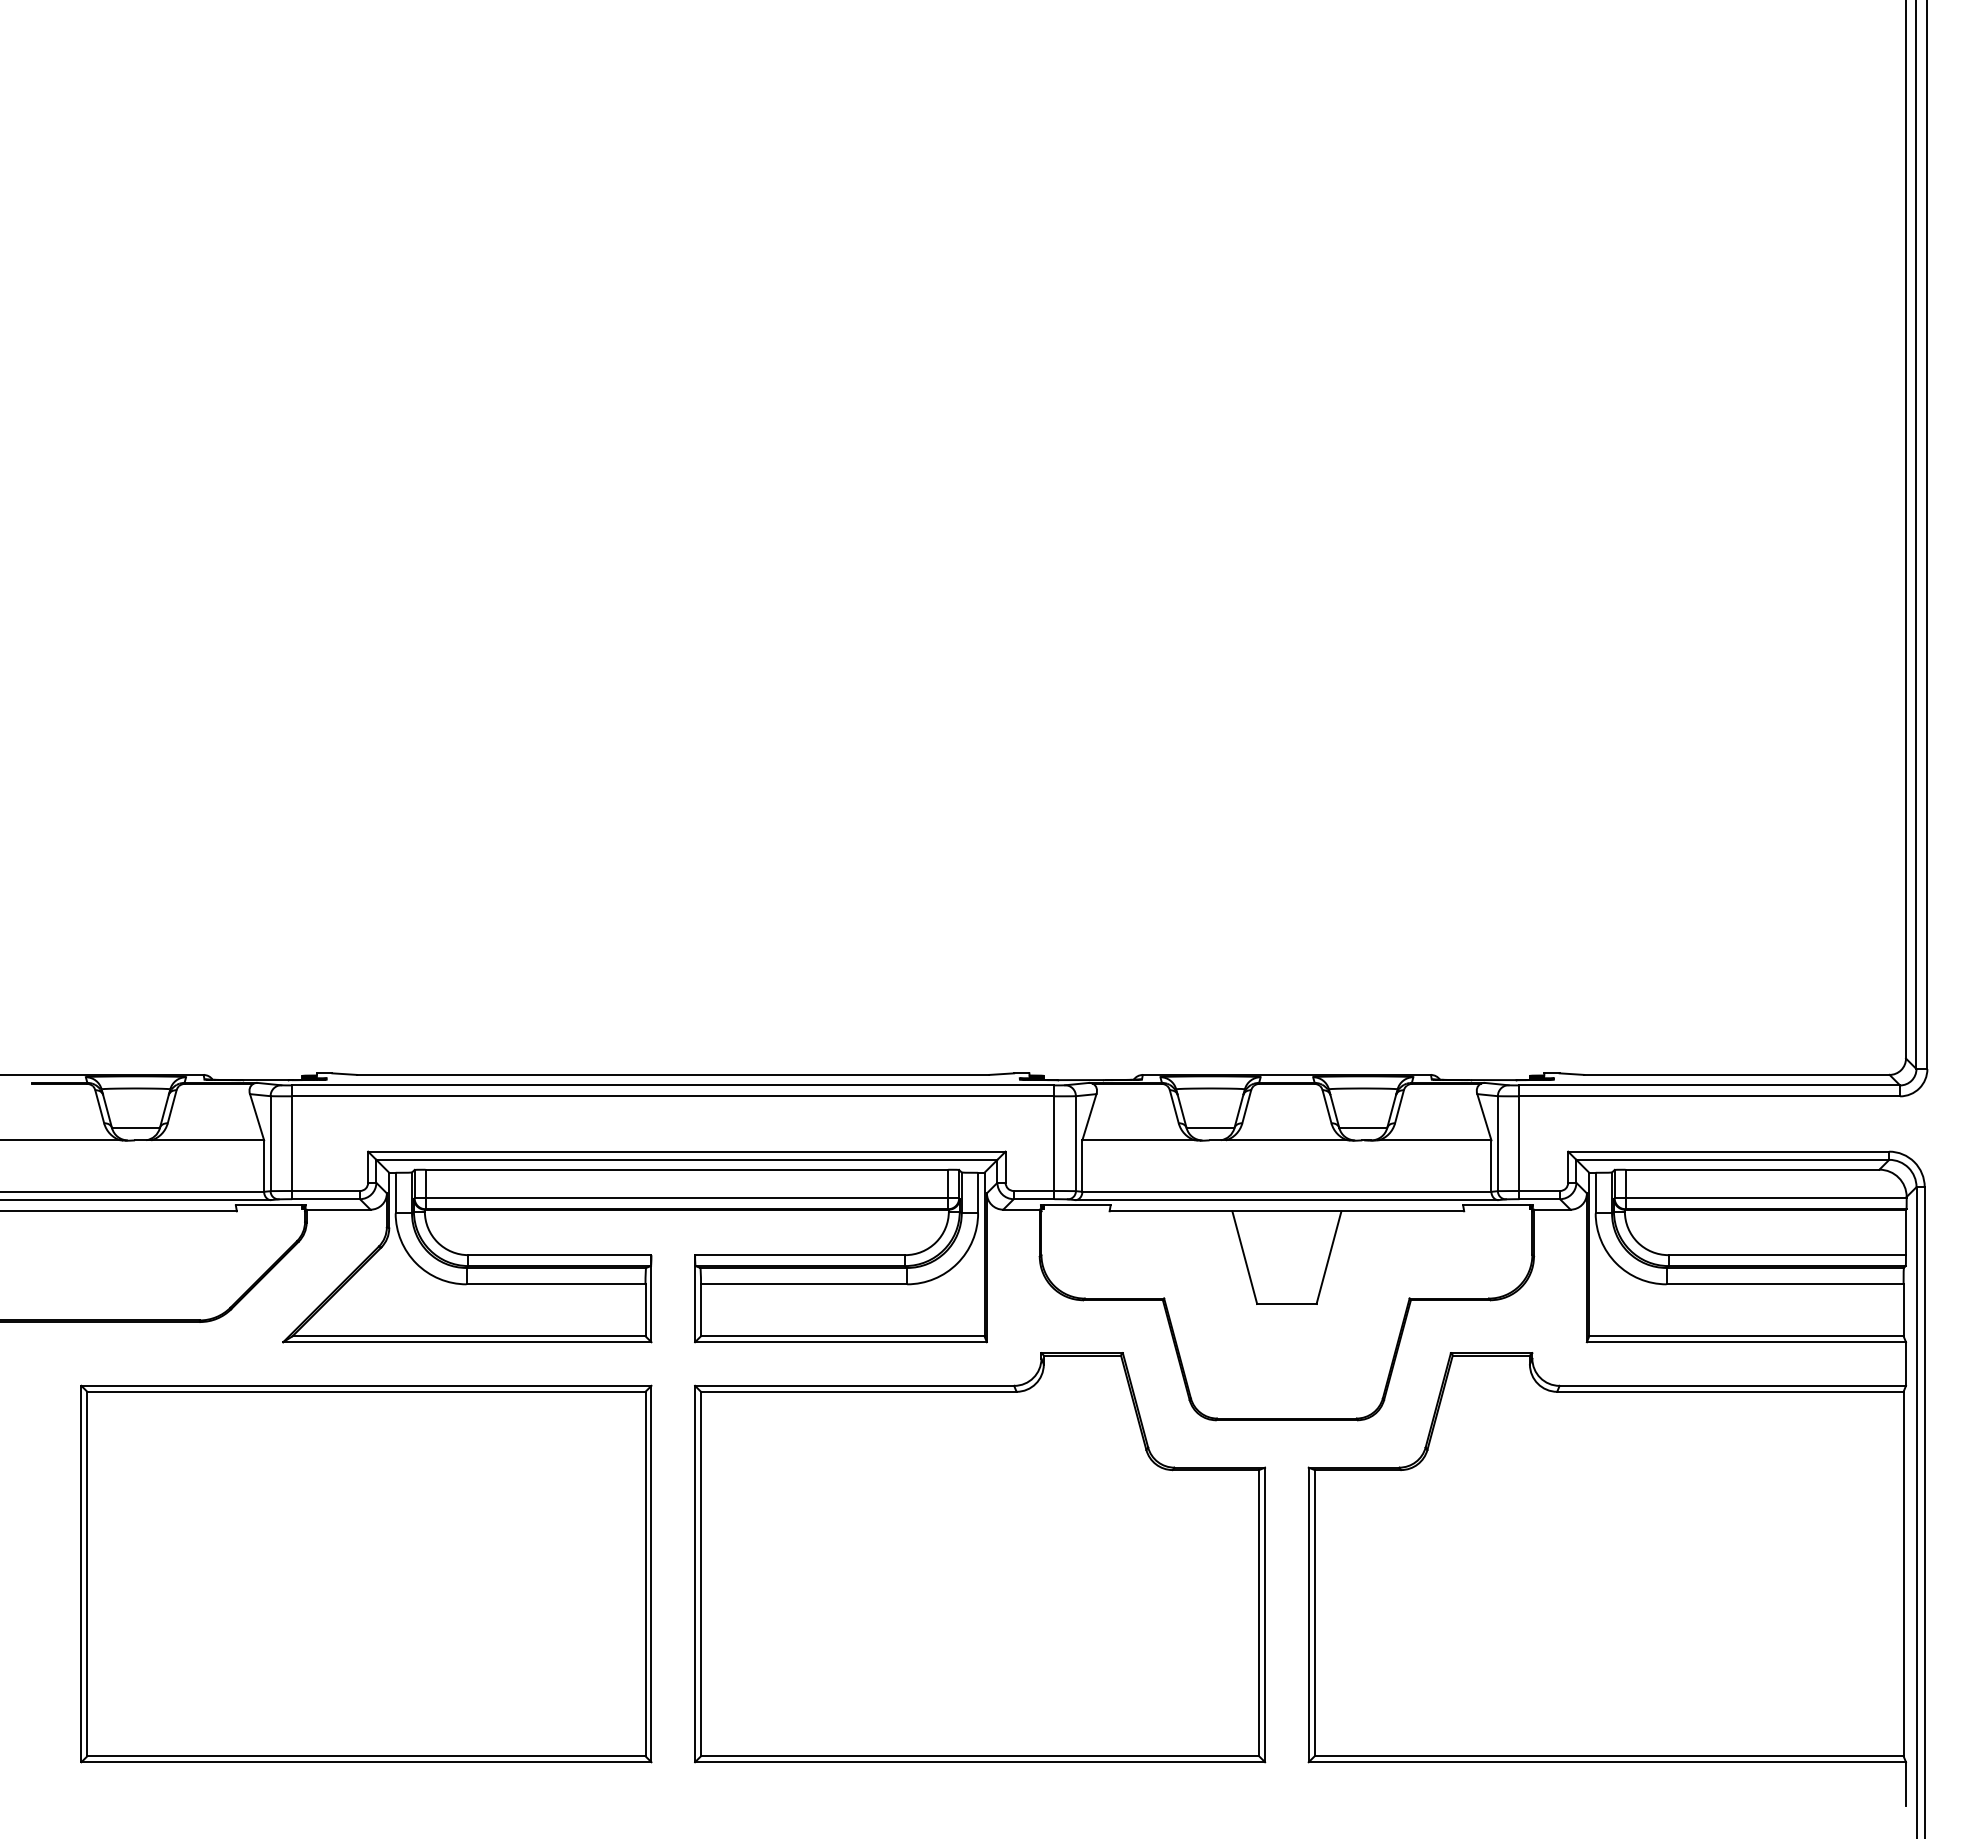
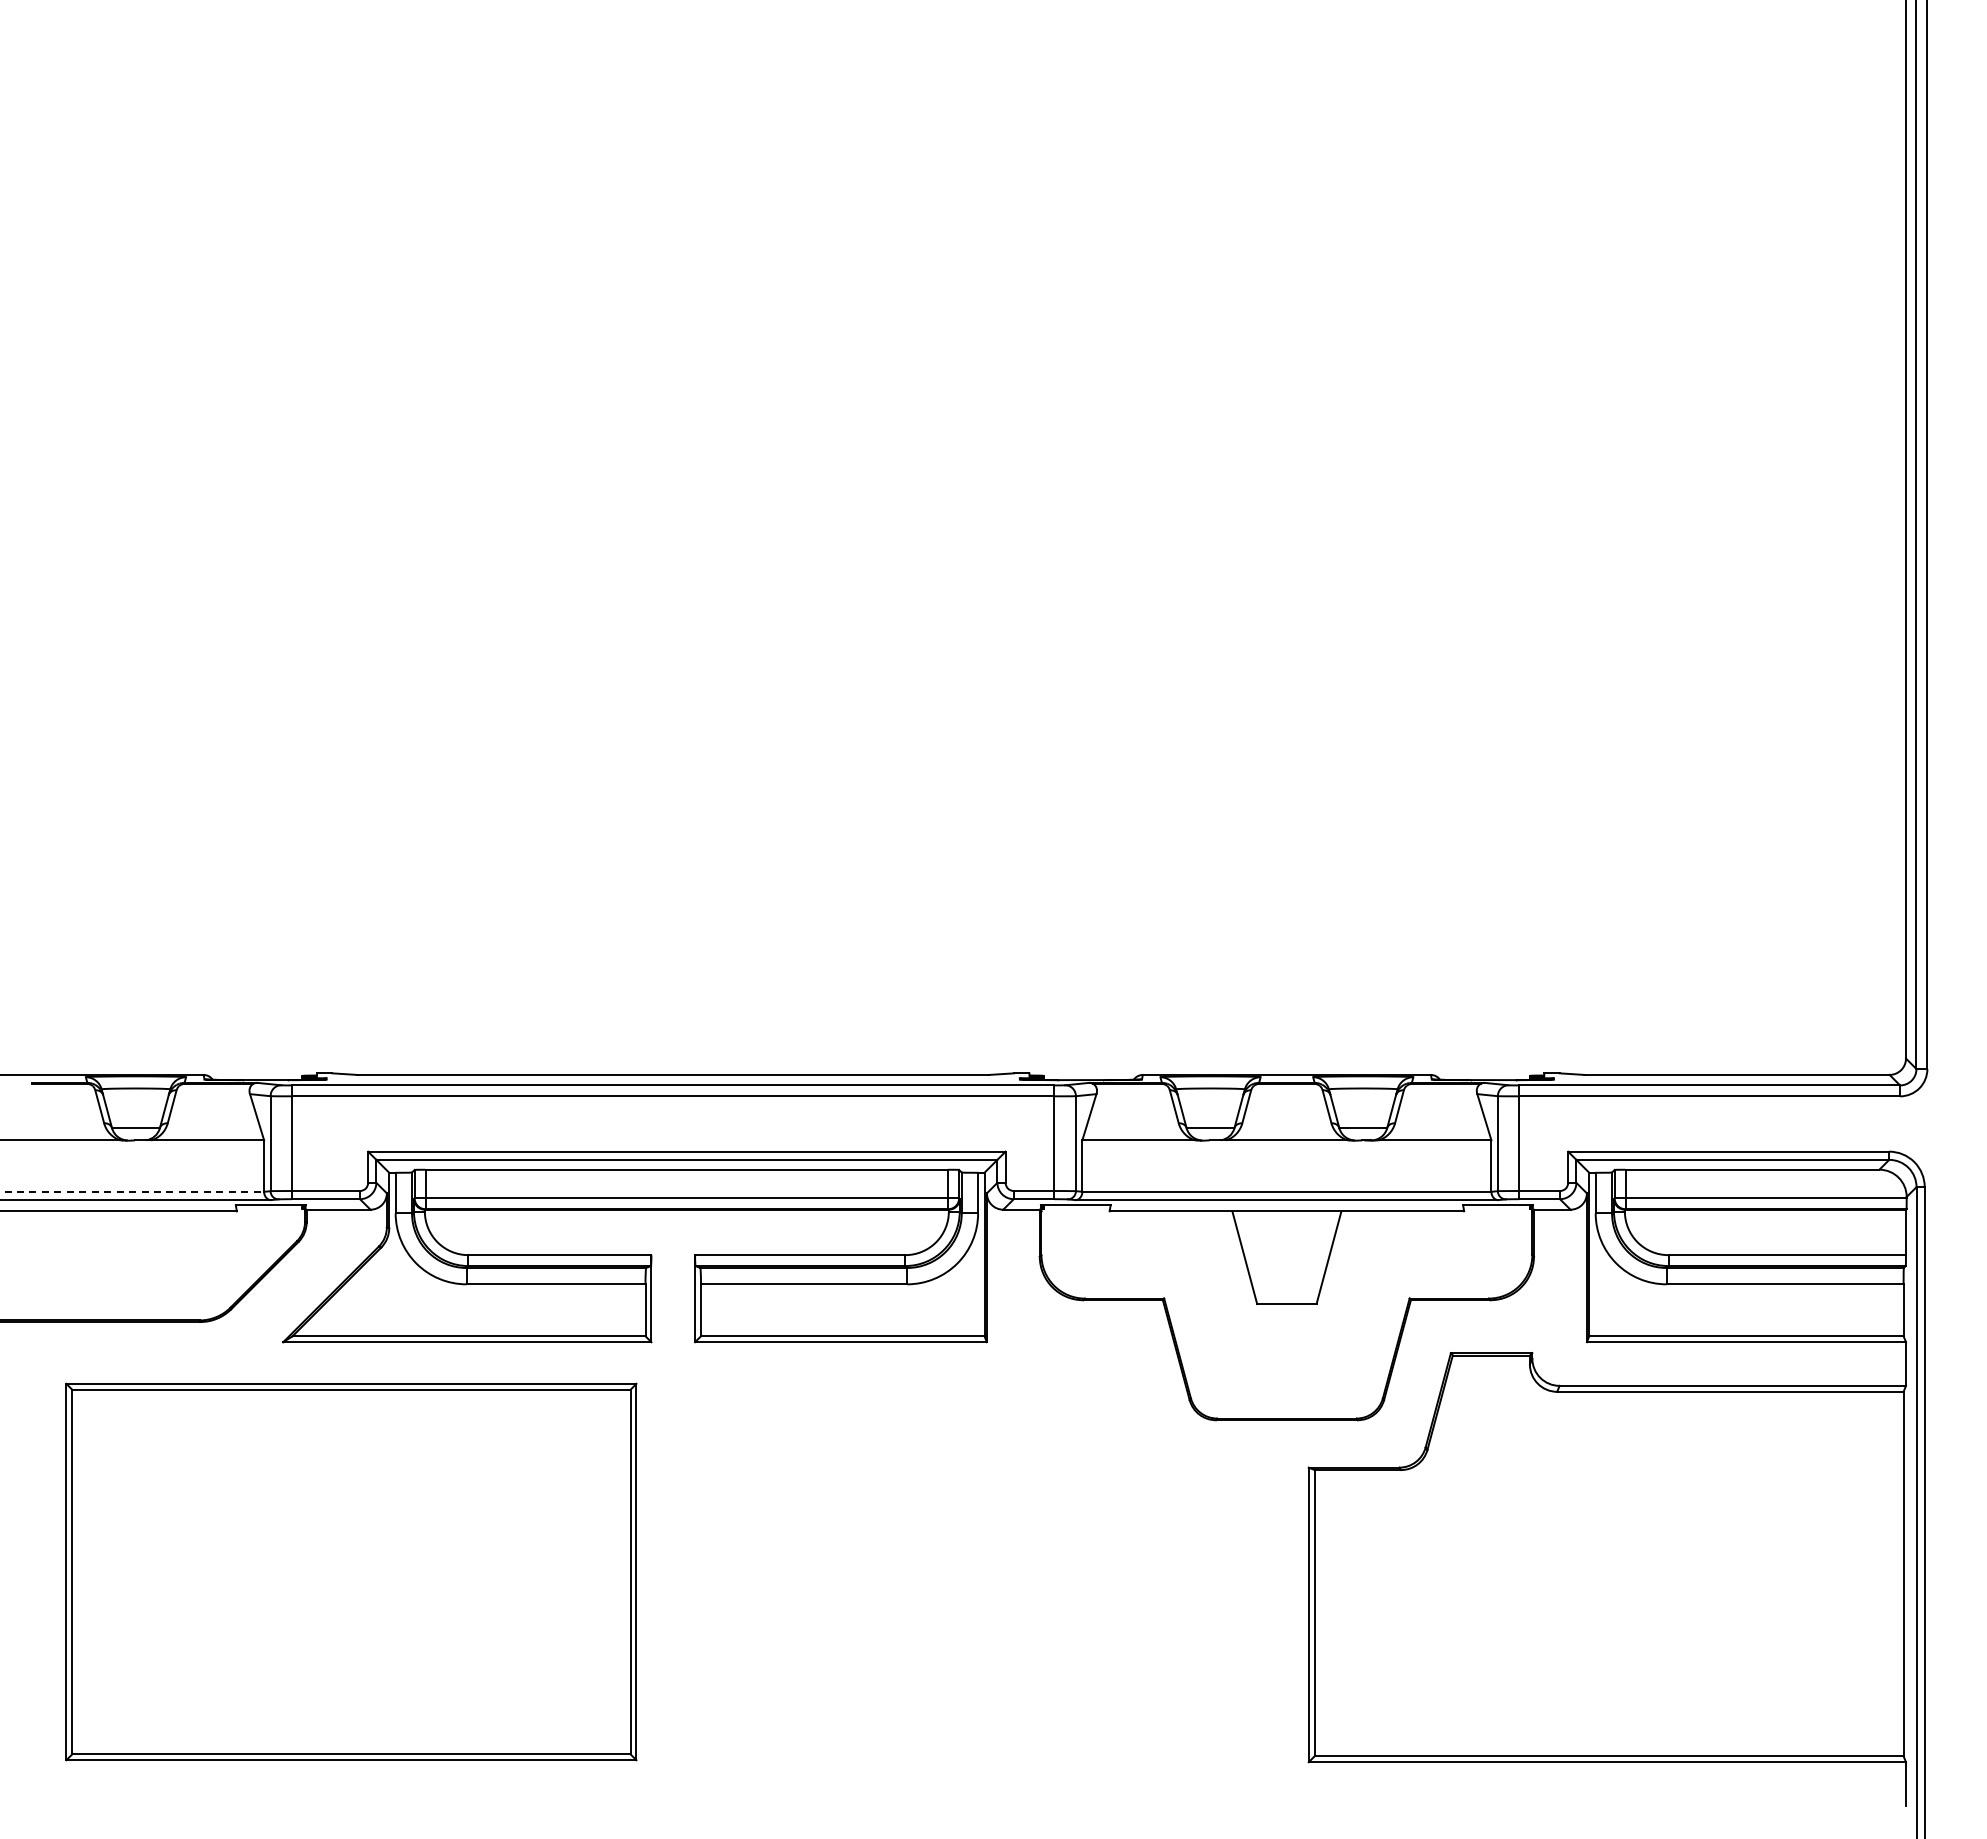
line at (132, 1191): solid -> dashed
part at (980, 1557): present -> none
part at (366, 1573) position: (366, 1573) -> (351, 1571)
